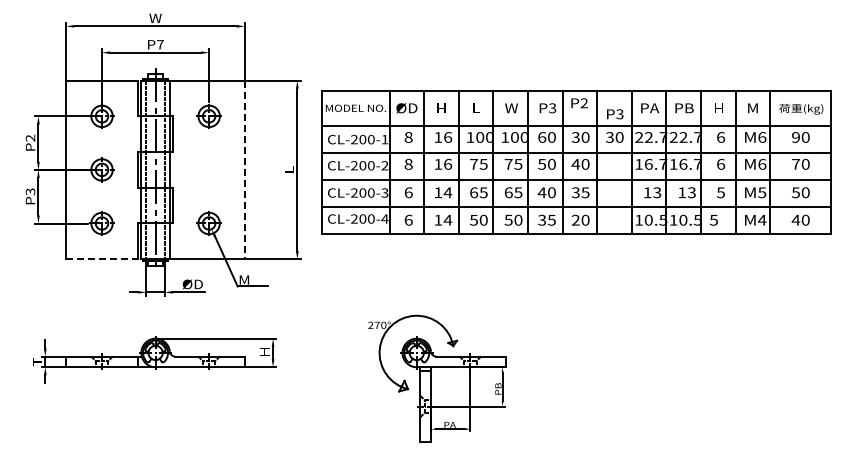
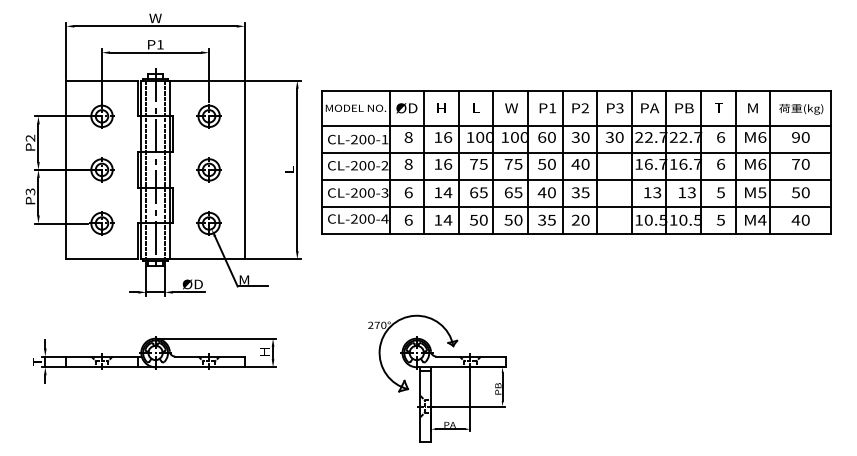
text at (160, 44): P7 -> P1
text at (579, 103) position: (579, 103) -> (580, 108)
text at (718, 107): H -> T
text at (552, 108): P3 -> P1
text at (615, 114) position: (615, 114) -> (615, 108)
part at (208, 169): none -> present
line at (244, 170): dashed -> solid
text at (713, 220) position: (713, 220) -> (720, 220)
line at (102, 259): dashed -> solid
